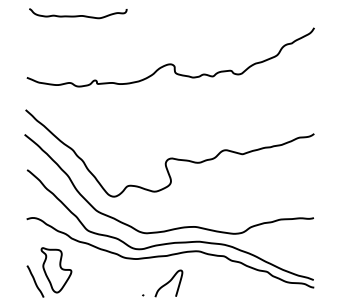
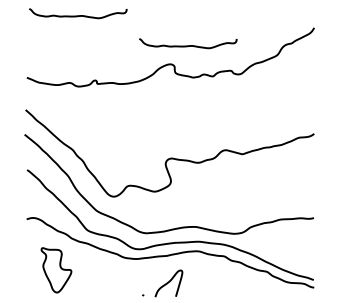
curve at (188, 45): none -> present
line at (35, 281): present -> none
